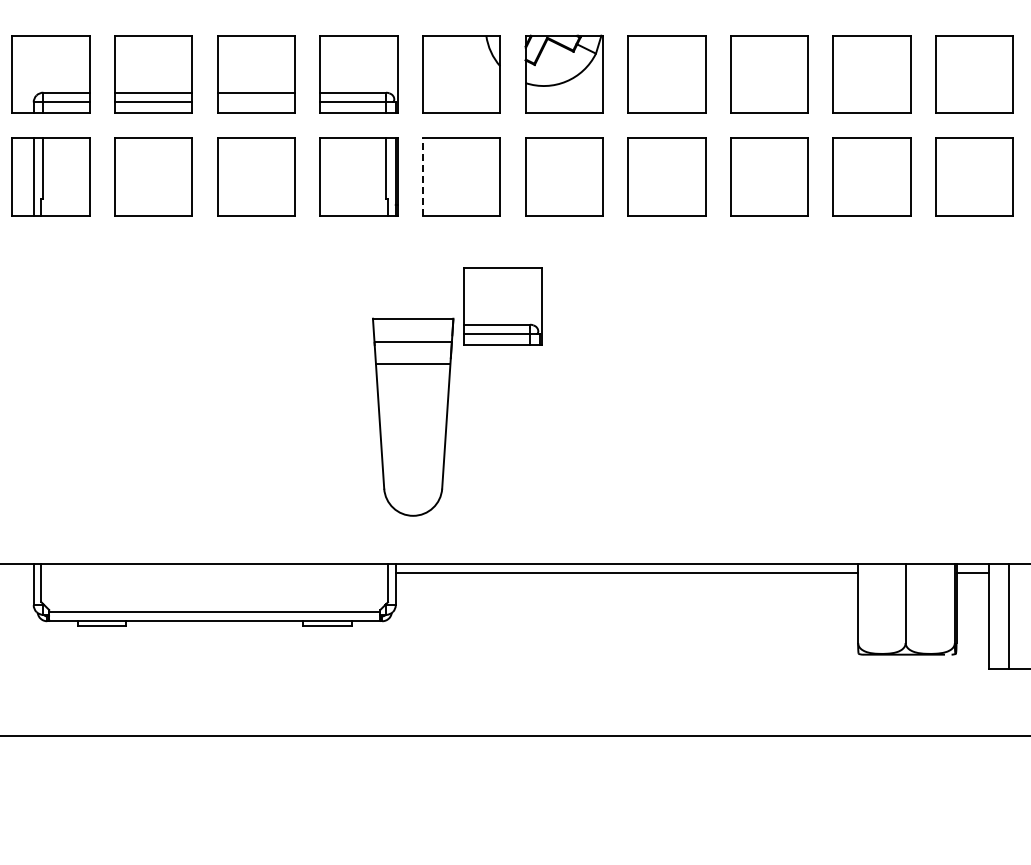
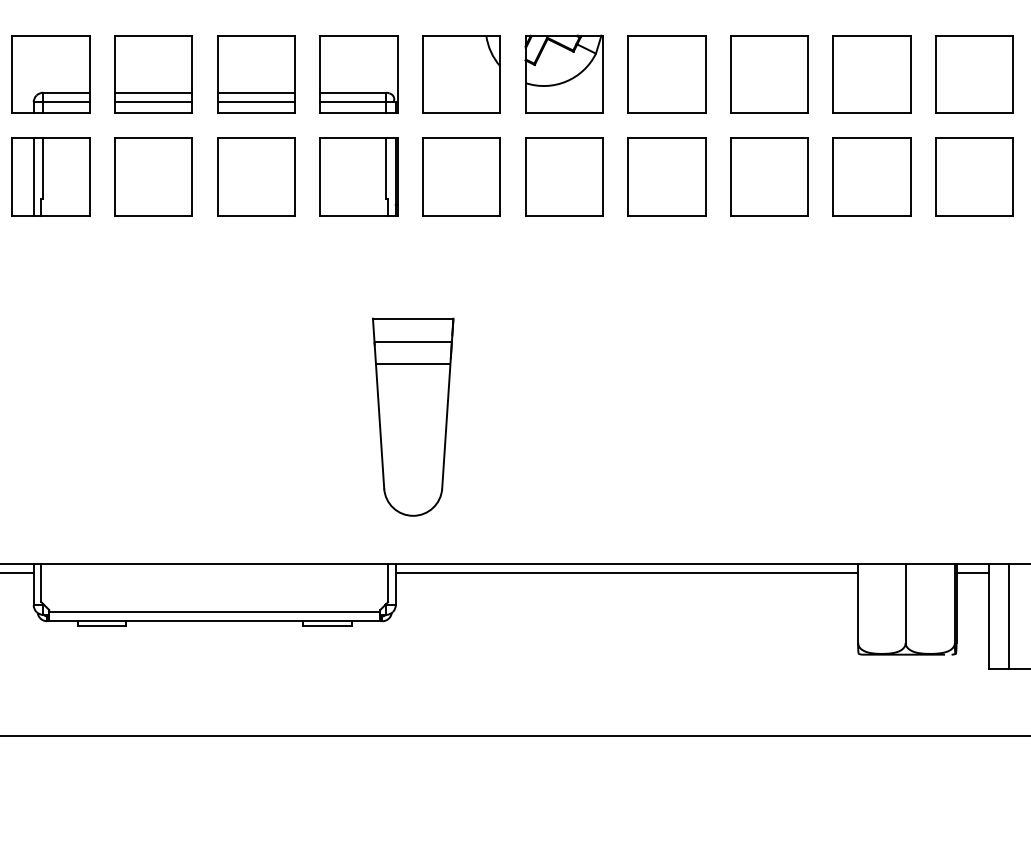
line at (256, 102): none -> present
line at (422, 177): dashed -> solid
part at (502, 306): present -> none
line at (17, 573): none -> present
